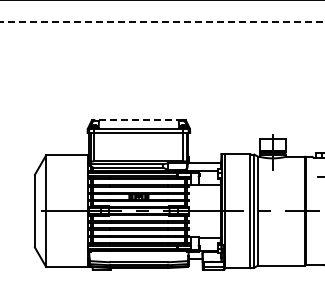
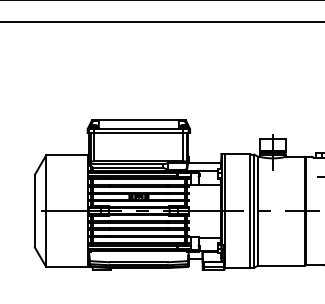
line at (162, 21): dashed -> solid
line at (138, 120): dashed -> solid
